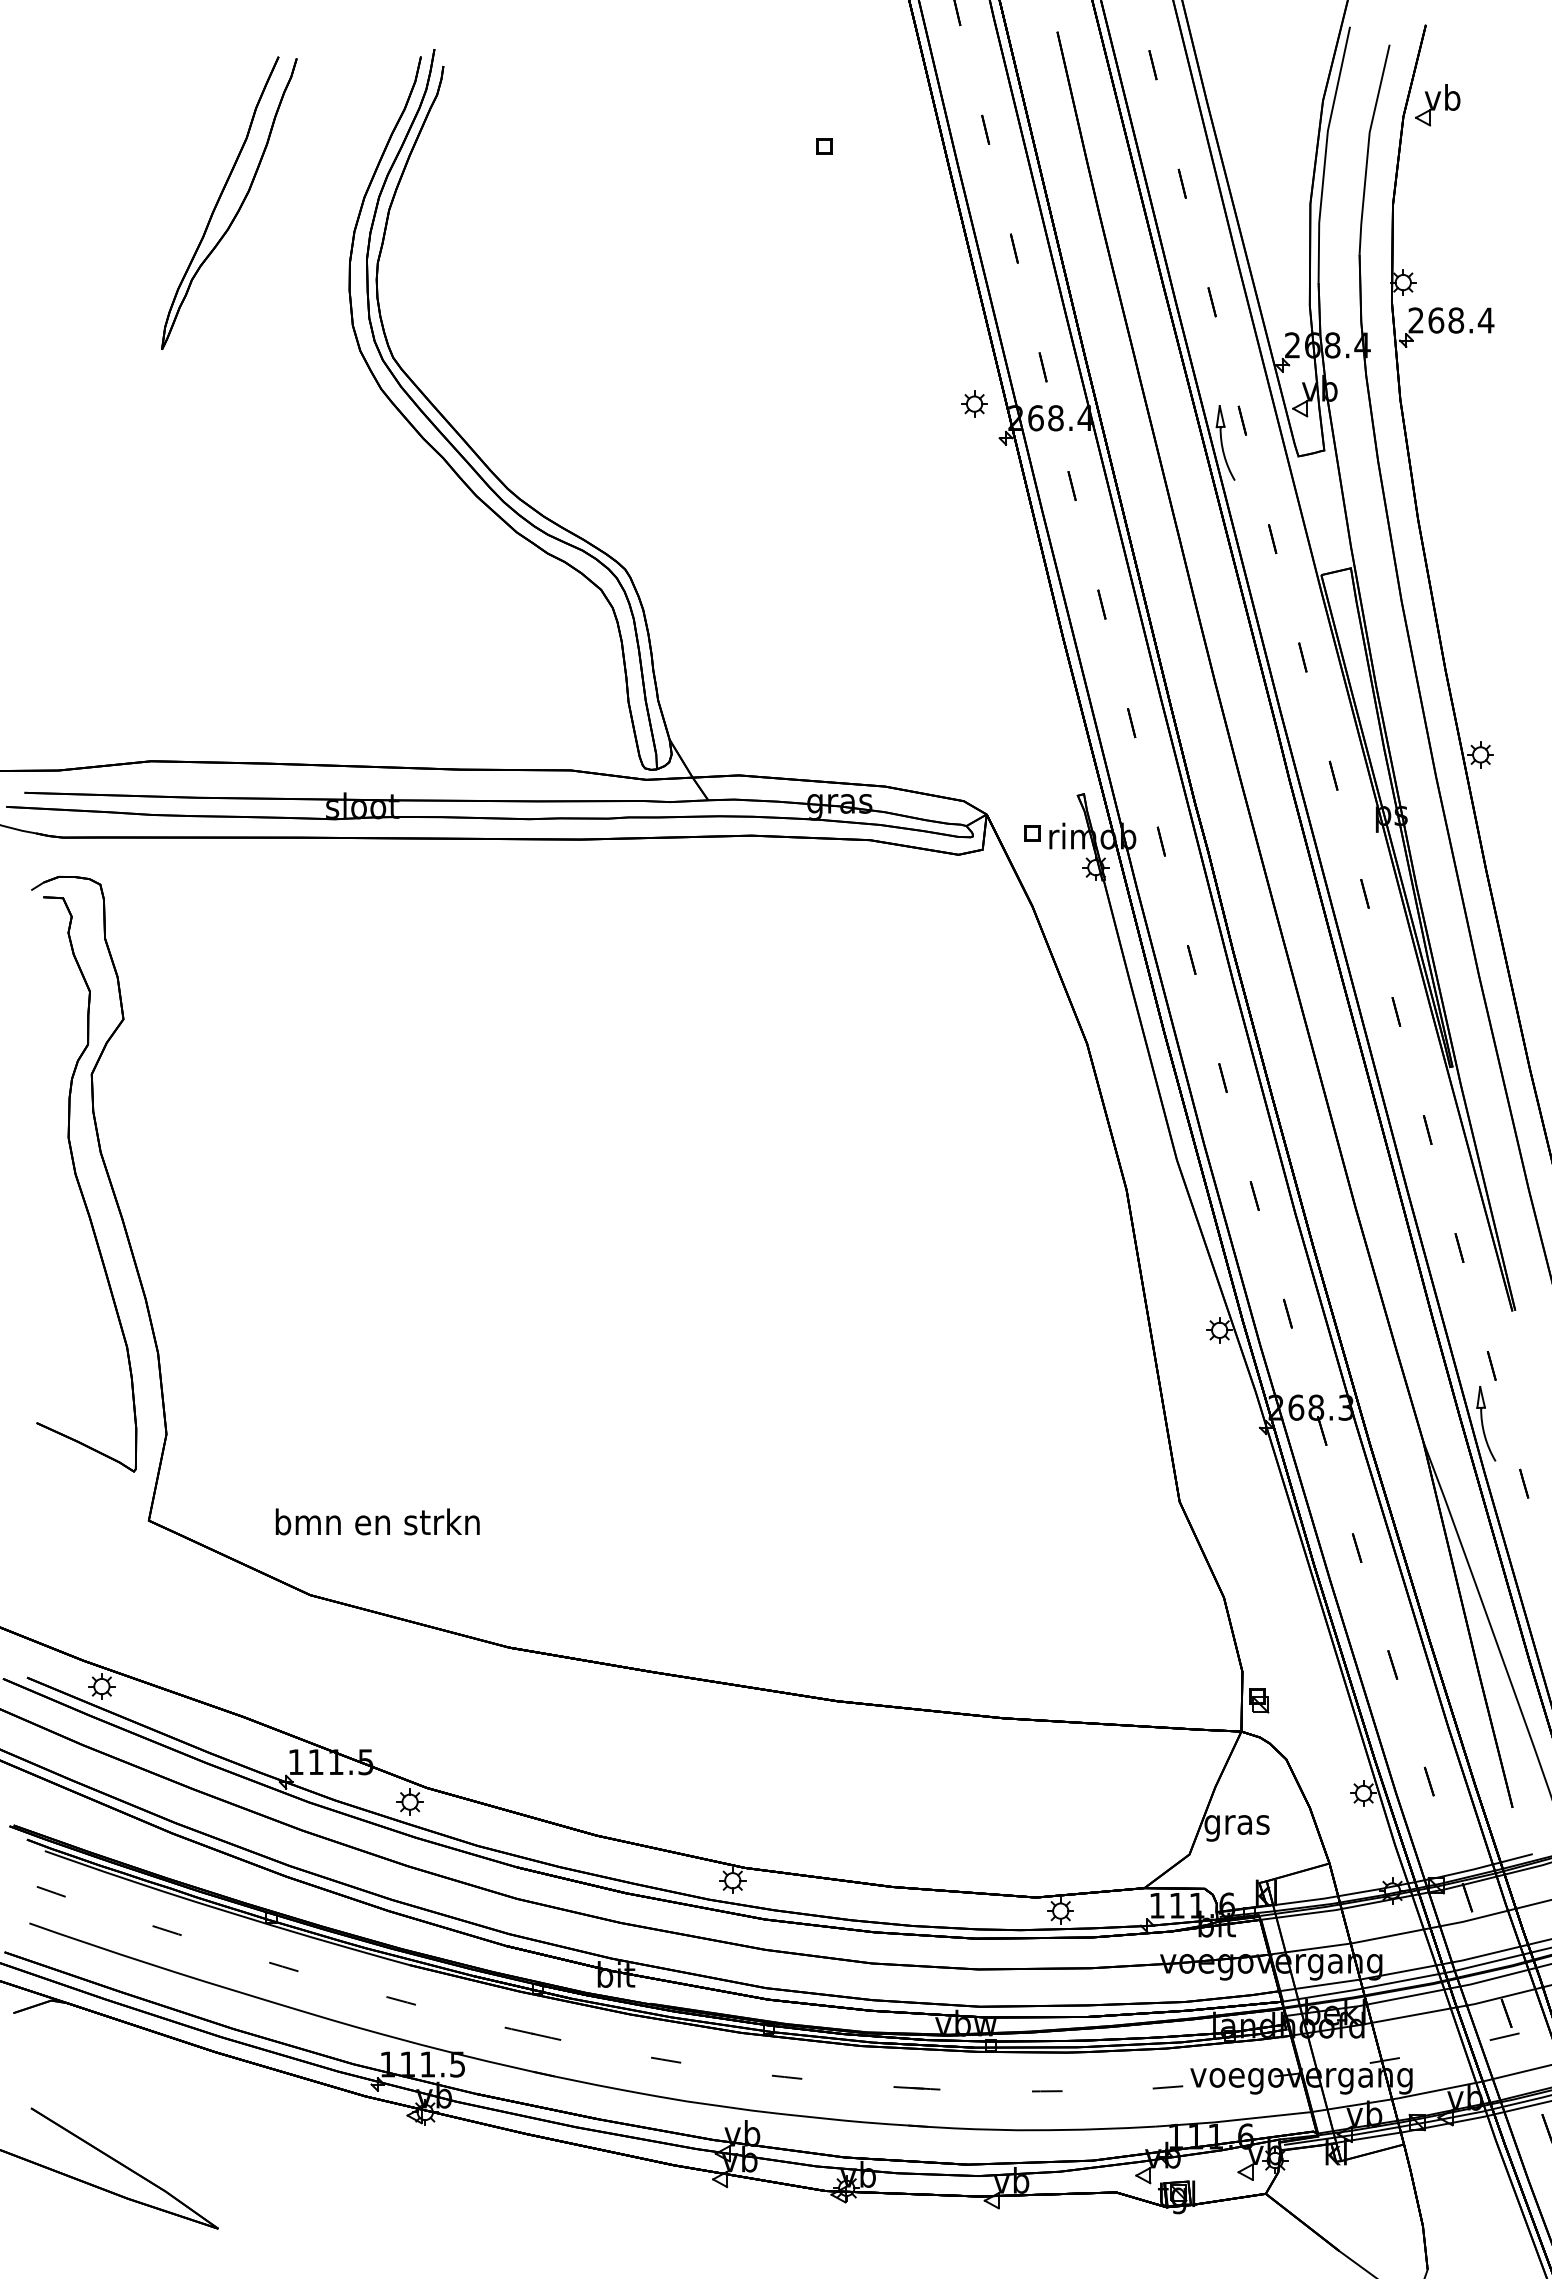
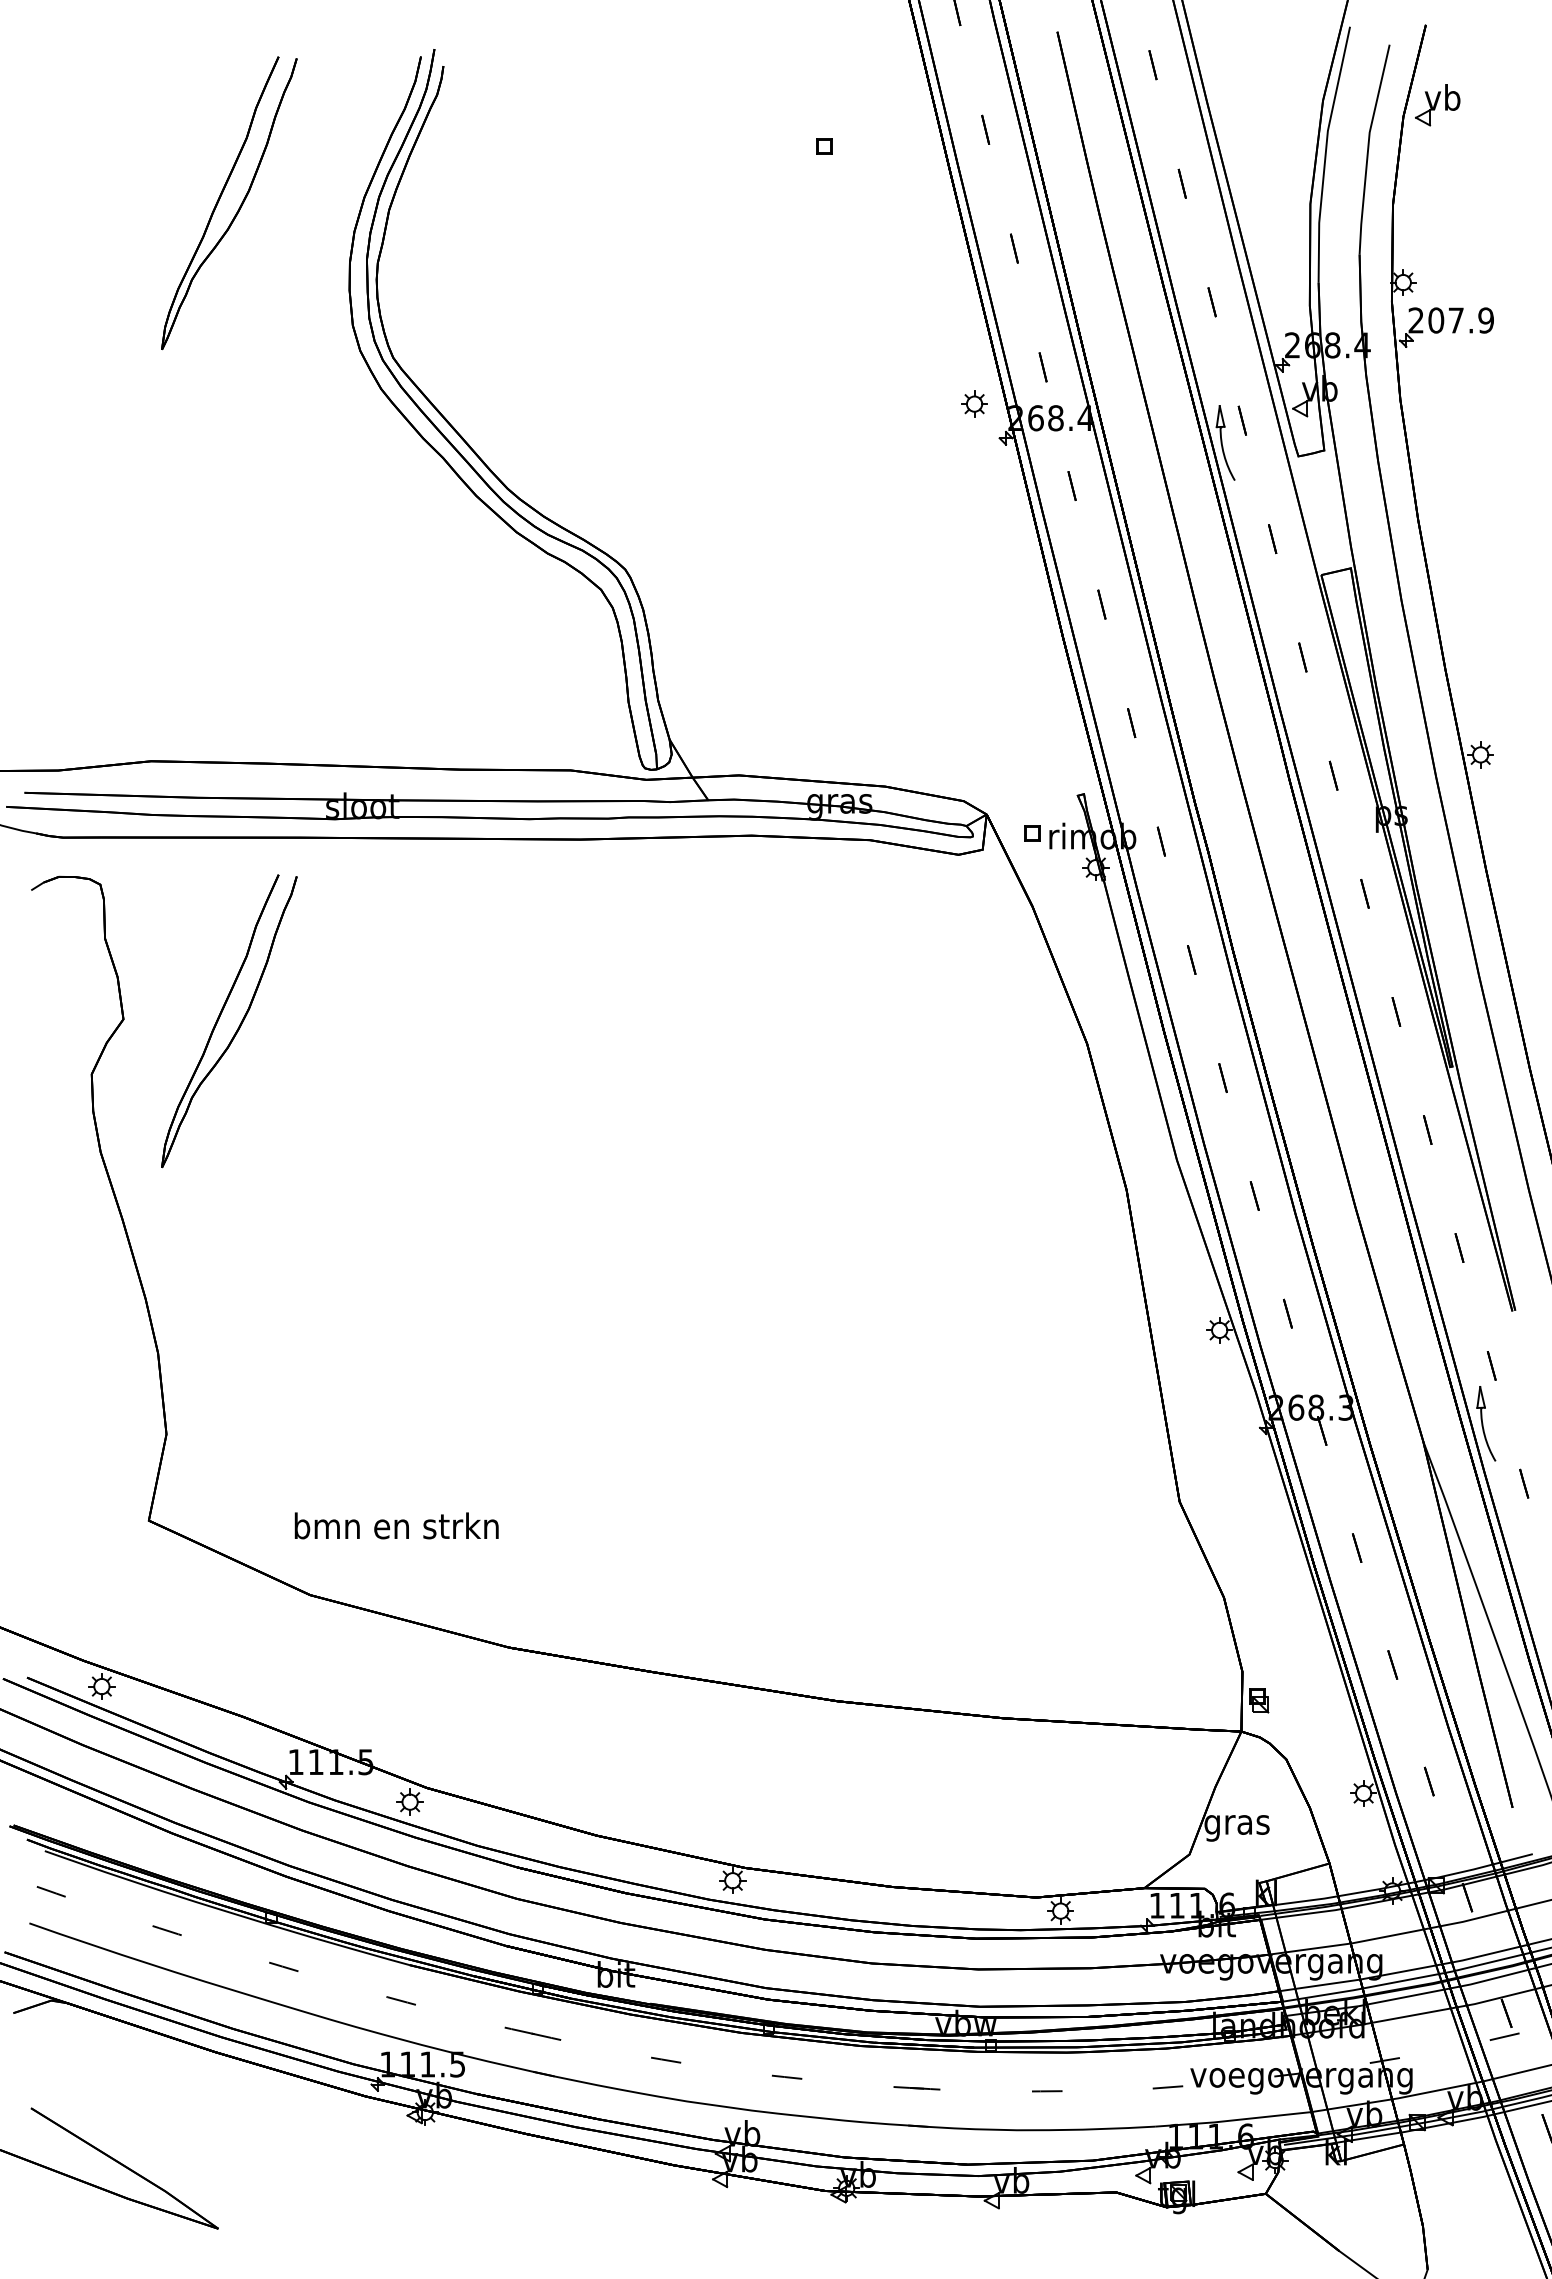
text at (1461, 320): 268.4 -> 207.9
part at (219, 1019): none -> present
part at (80, 1185): present -> none
text at (377, 1521) position: (377, 1521) -> (396, 1525)
